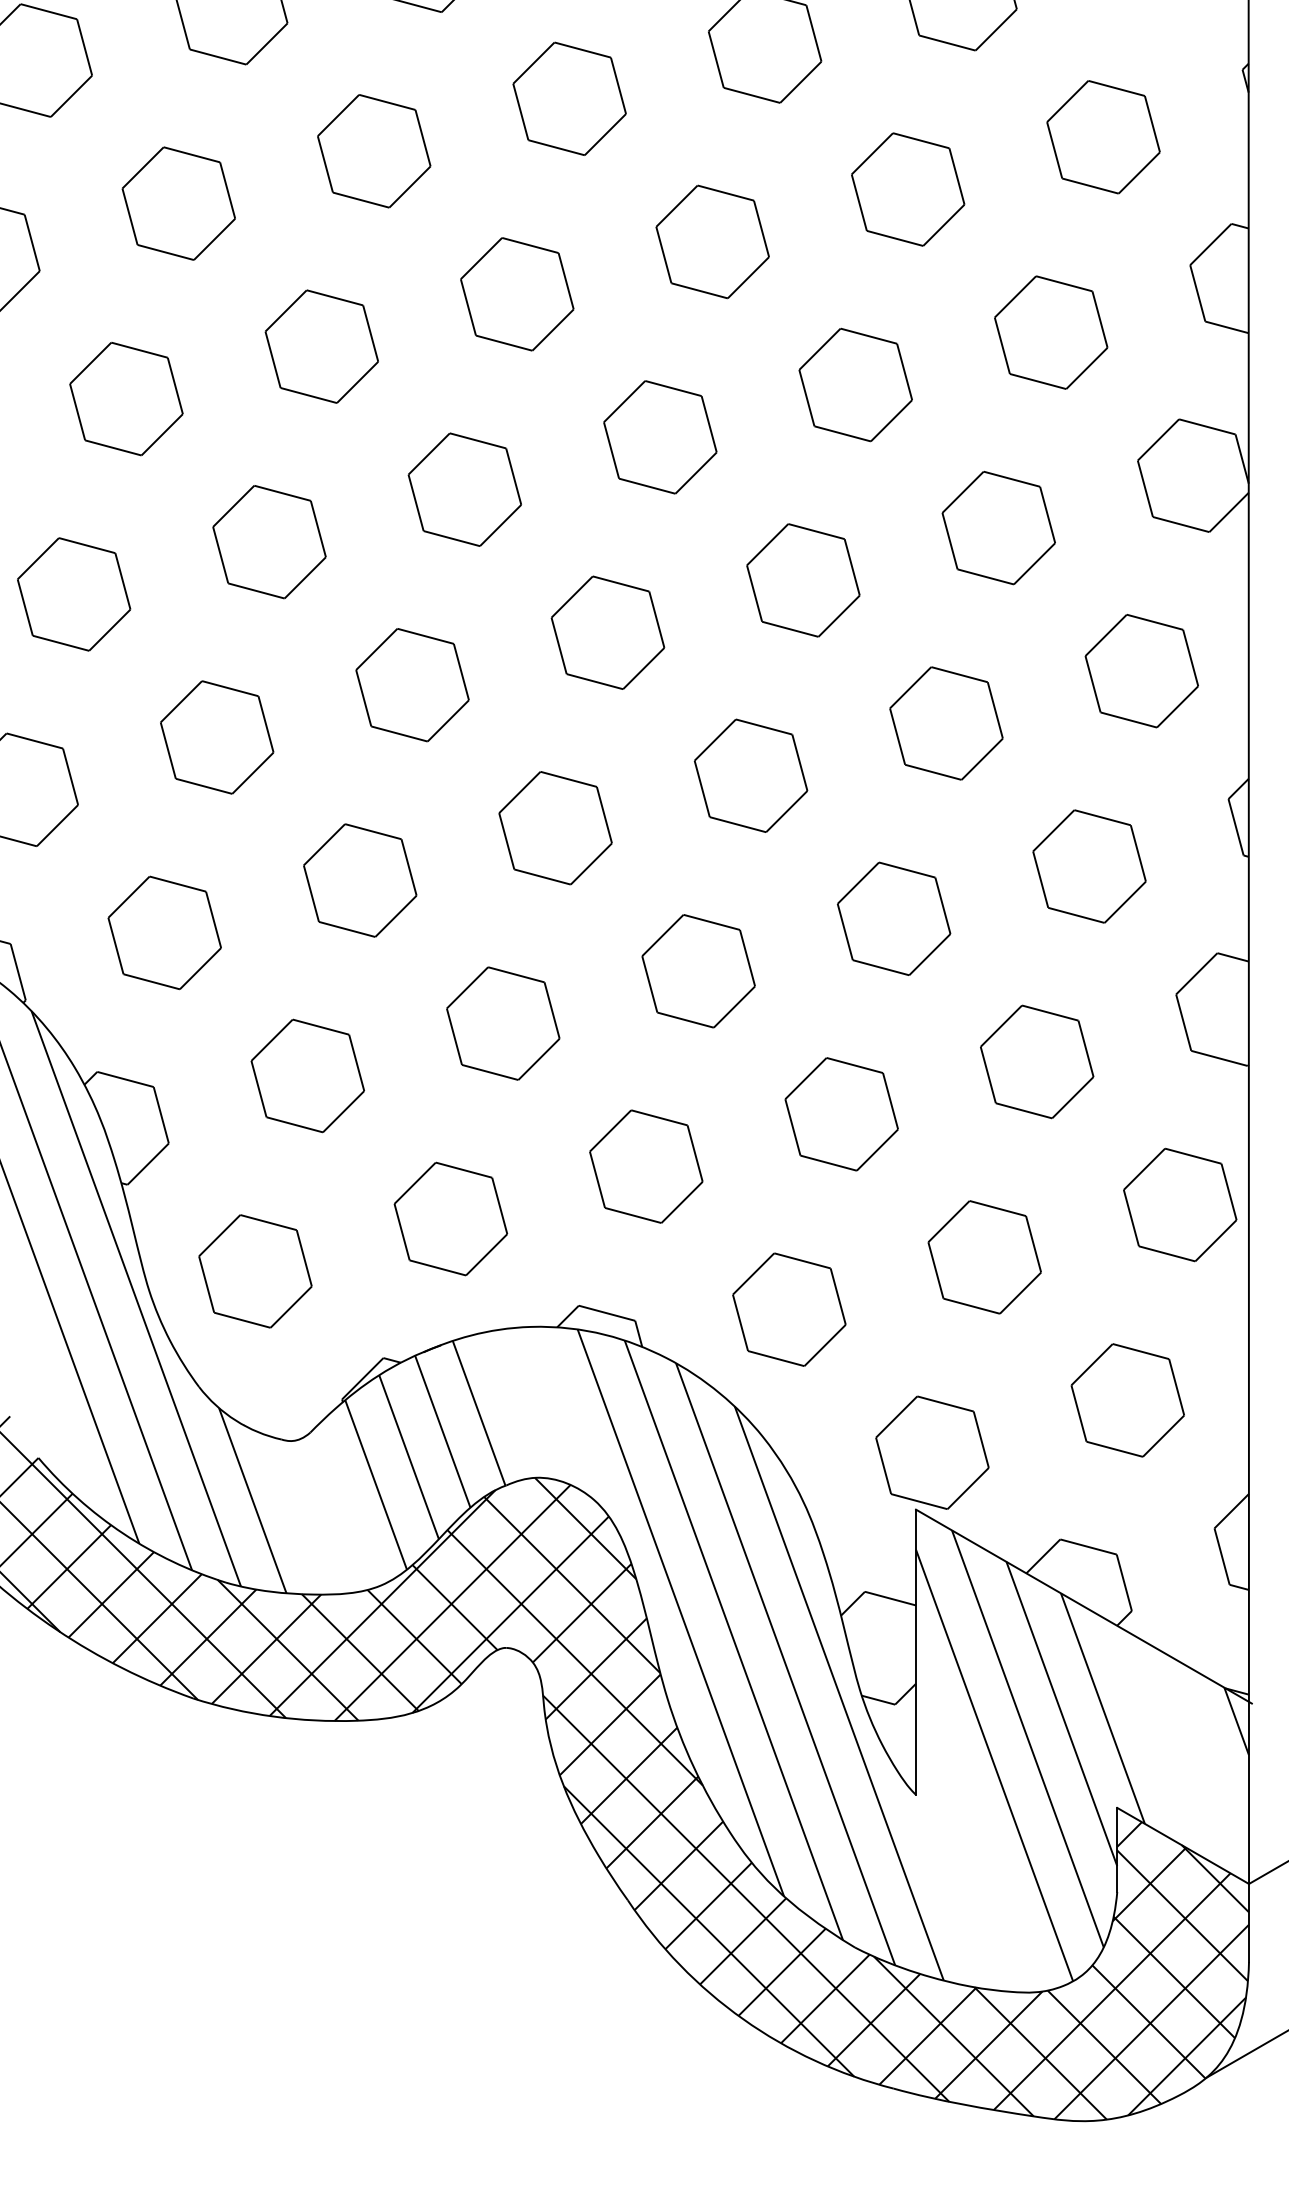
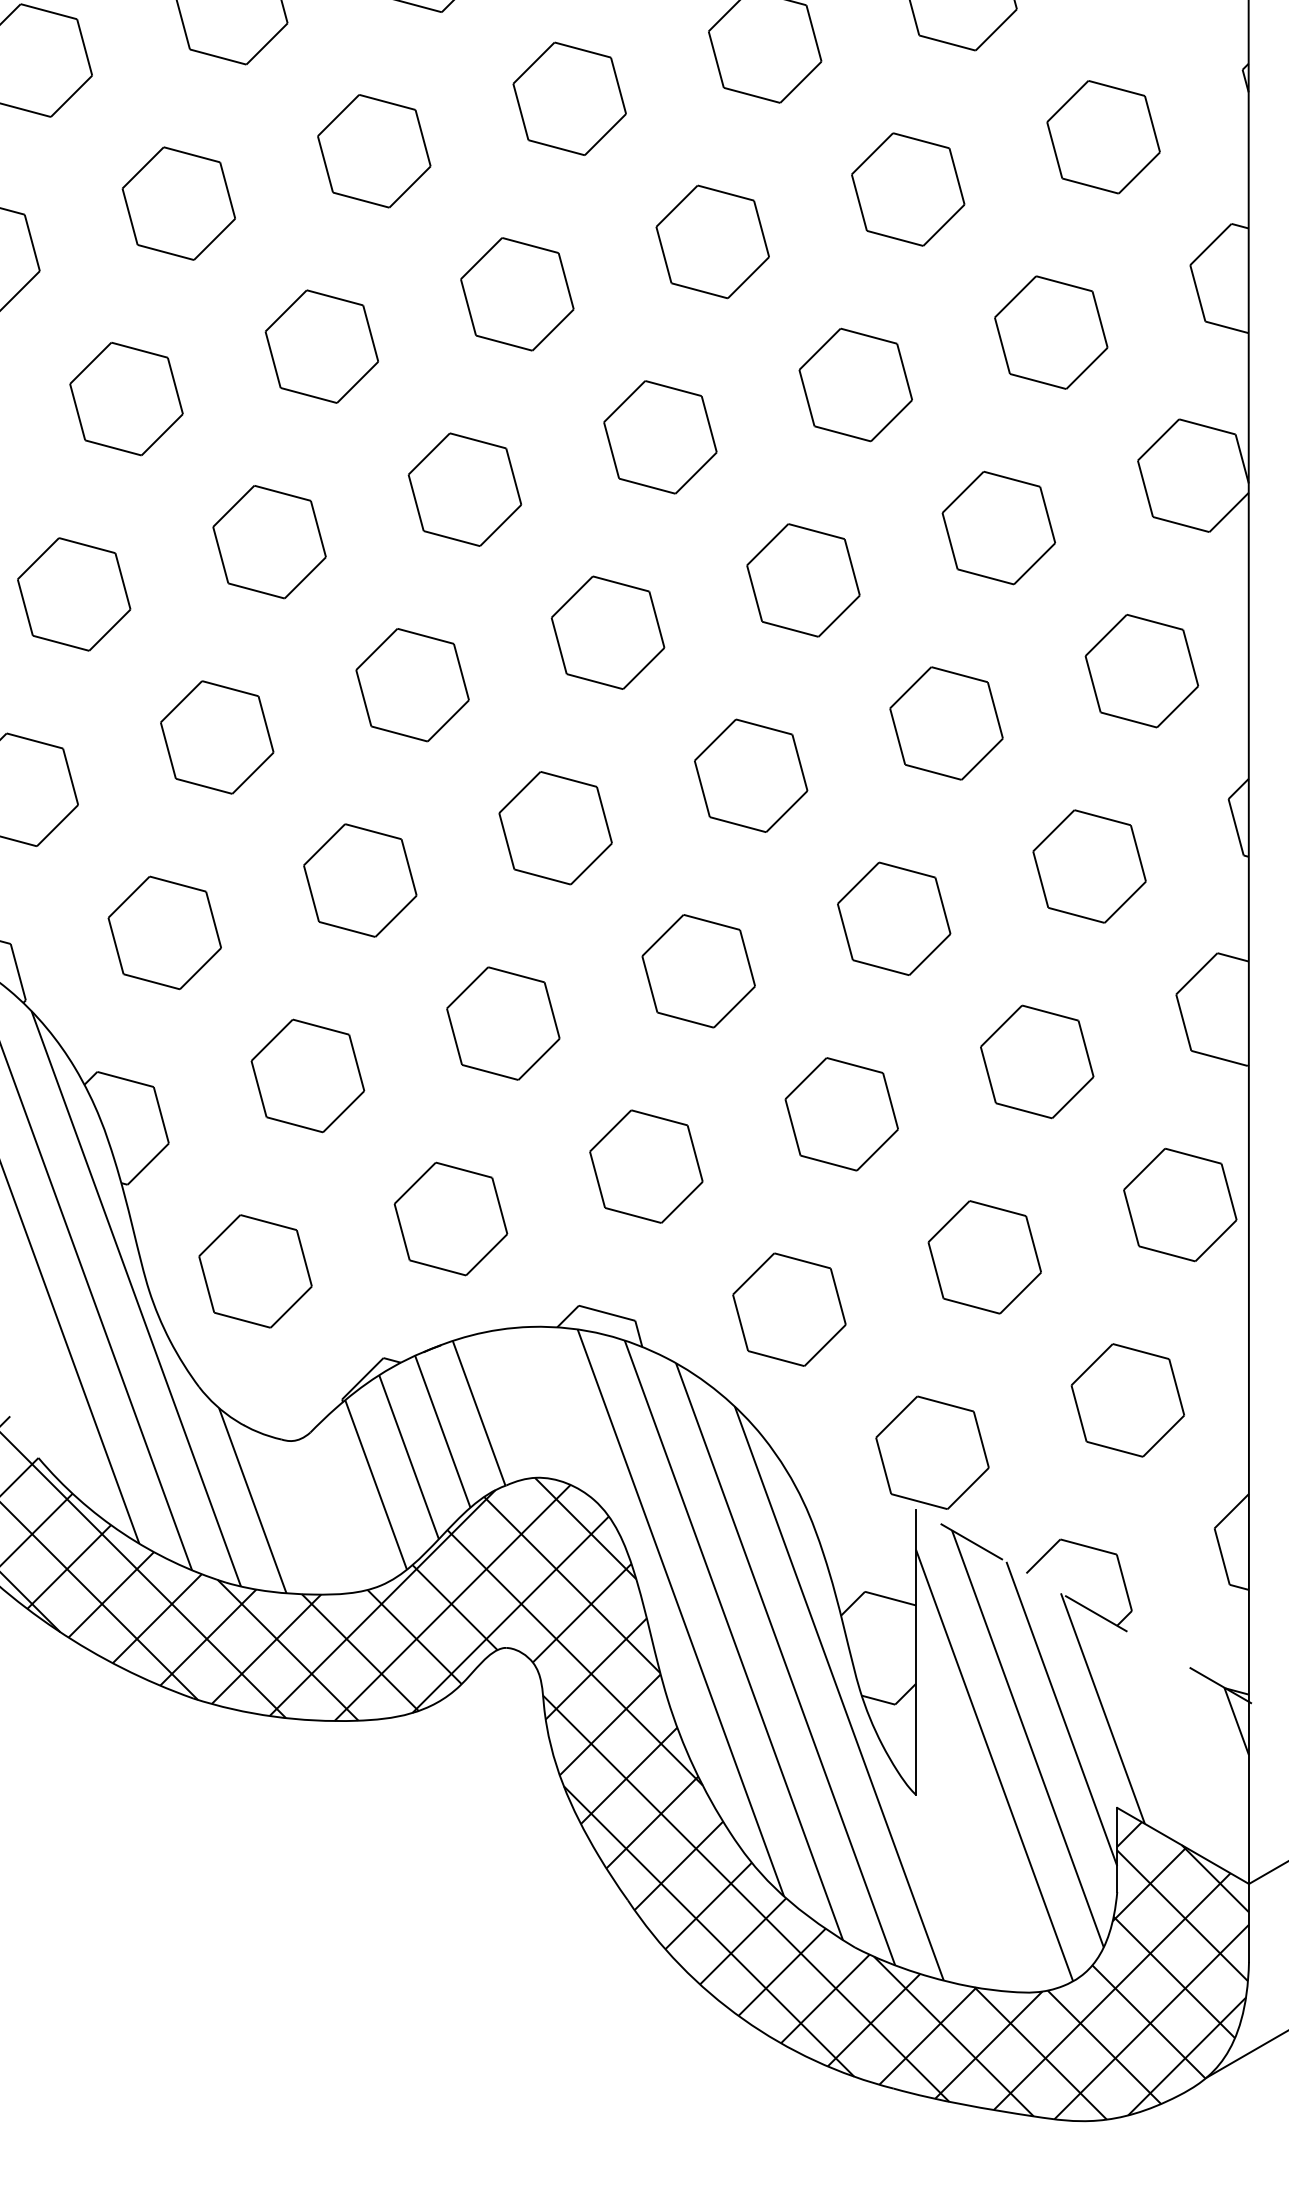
line at (1083, 1606): solid -> dashed
